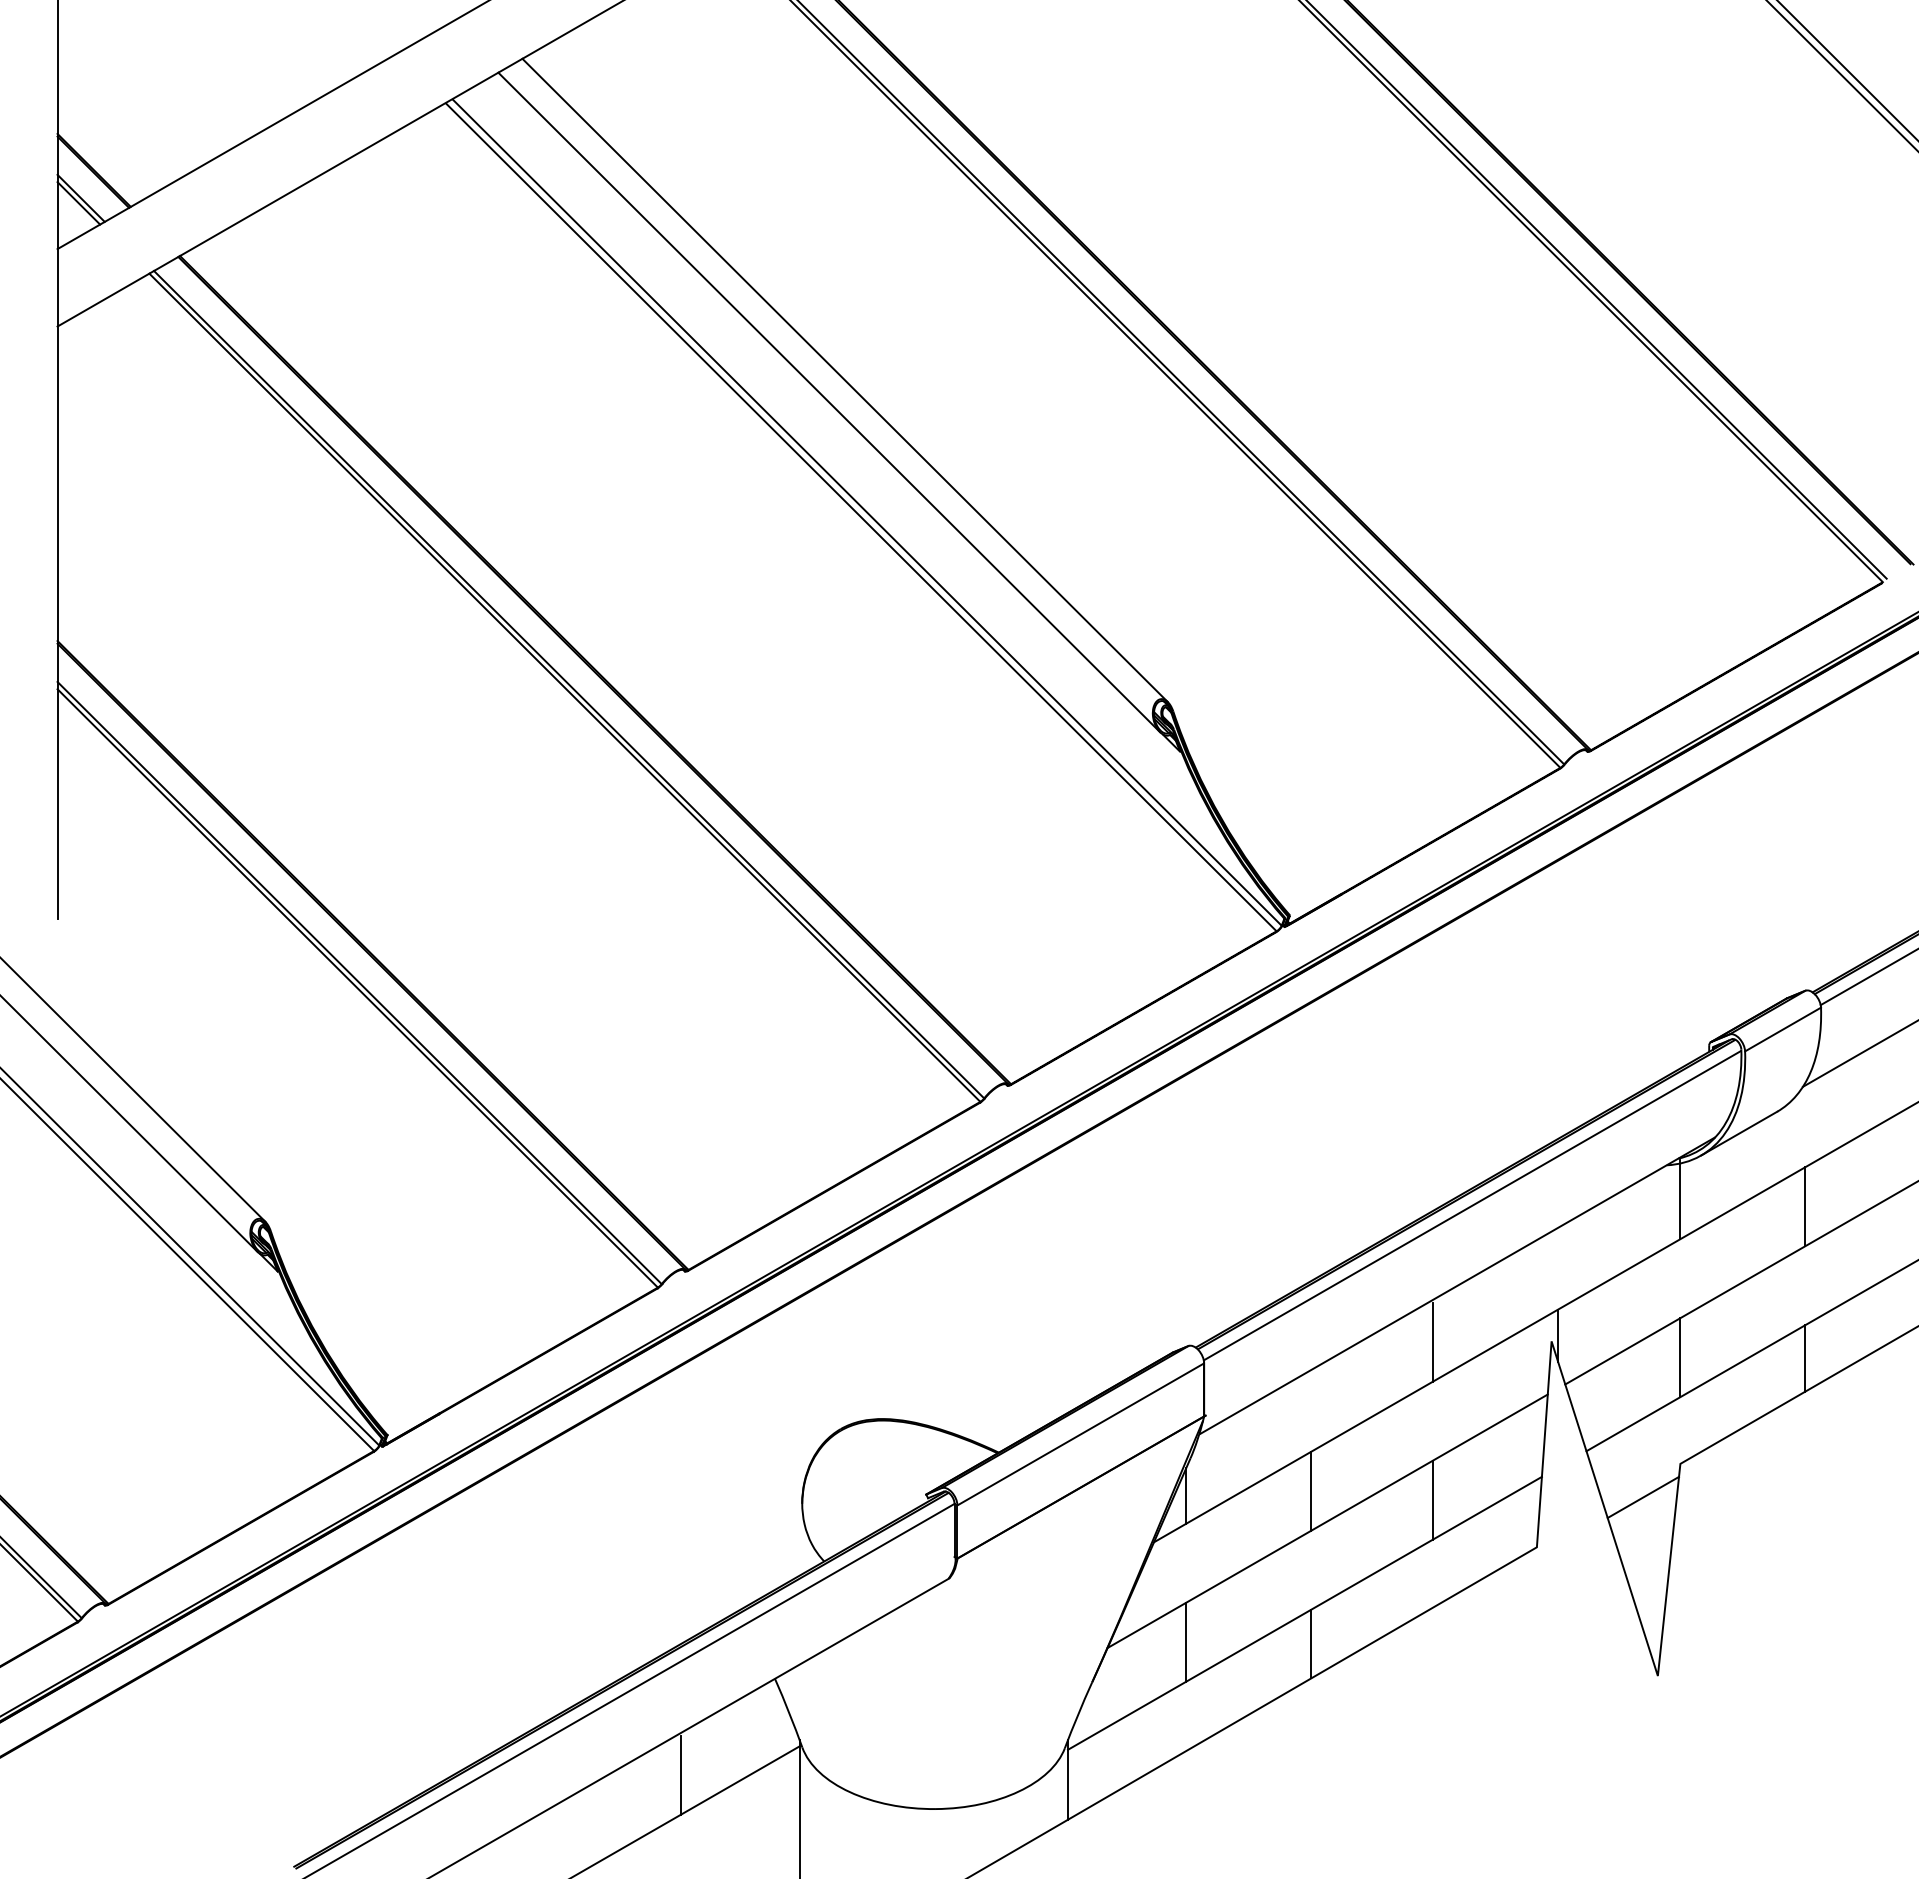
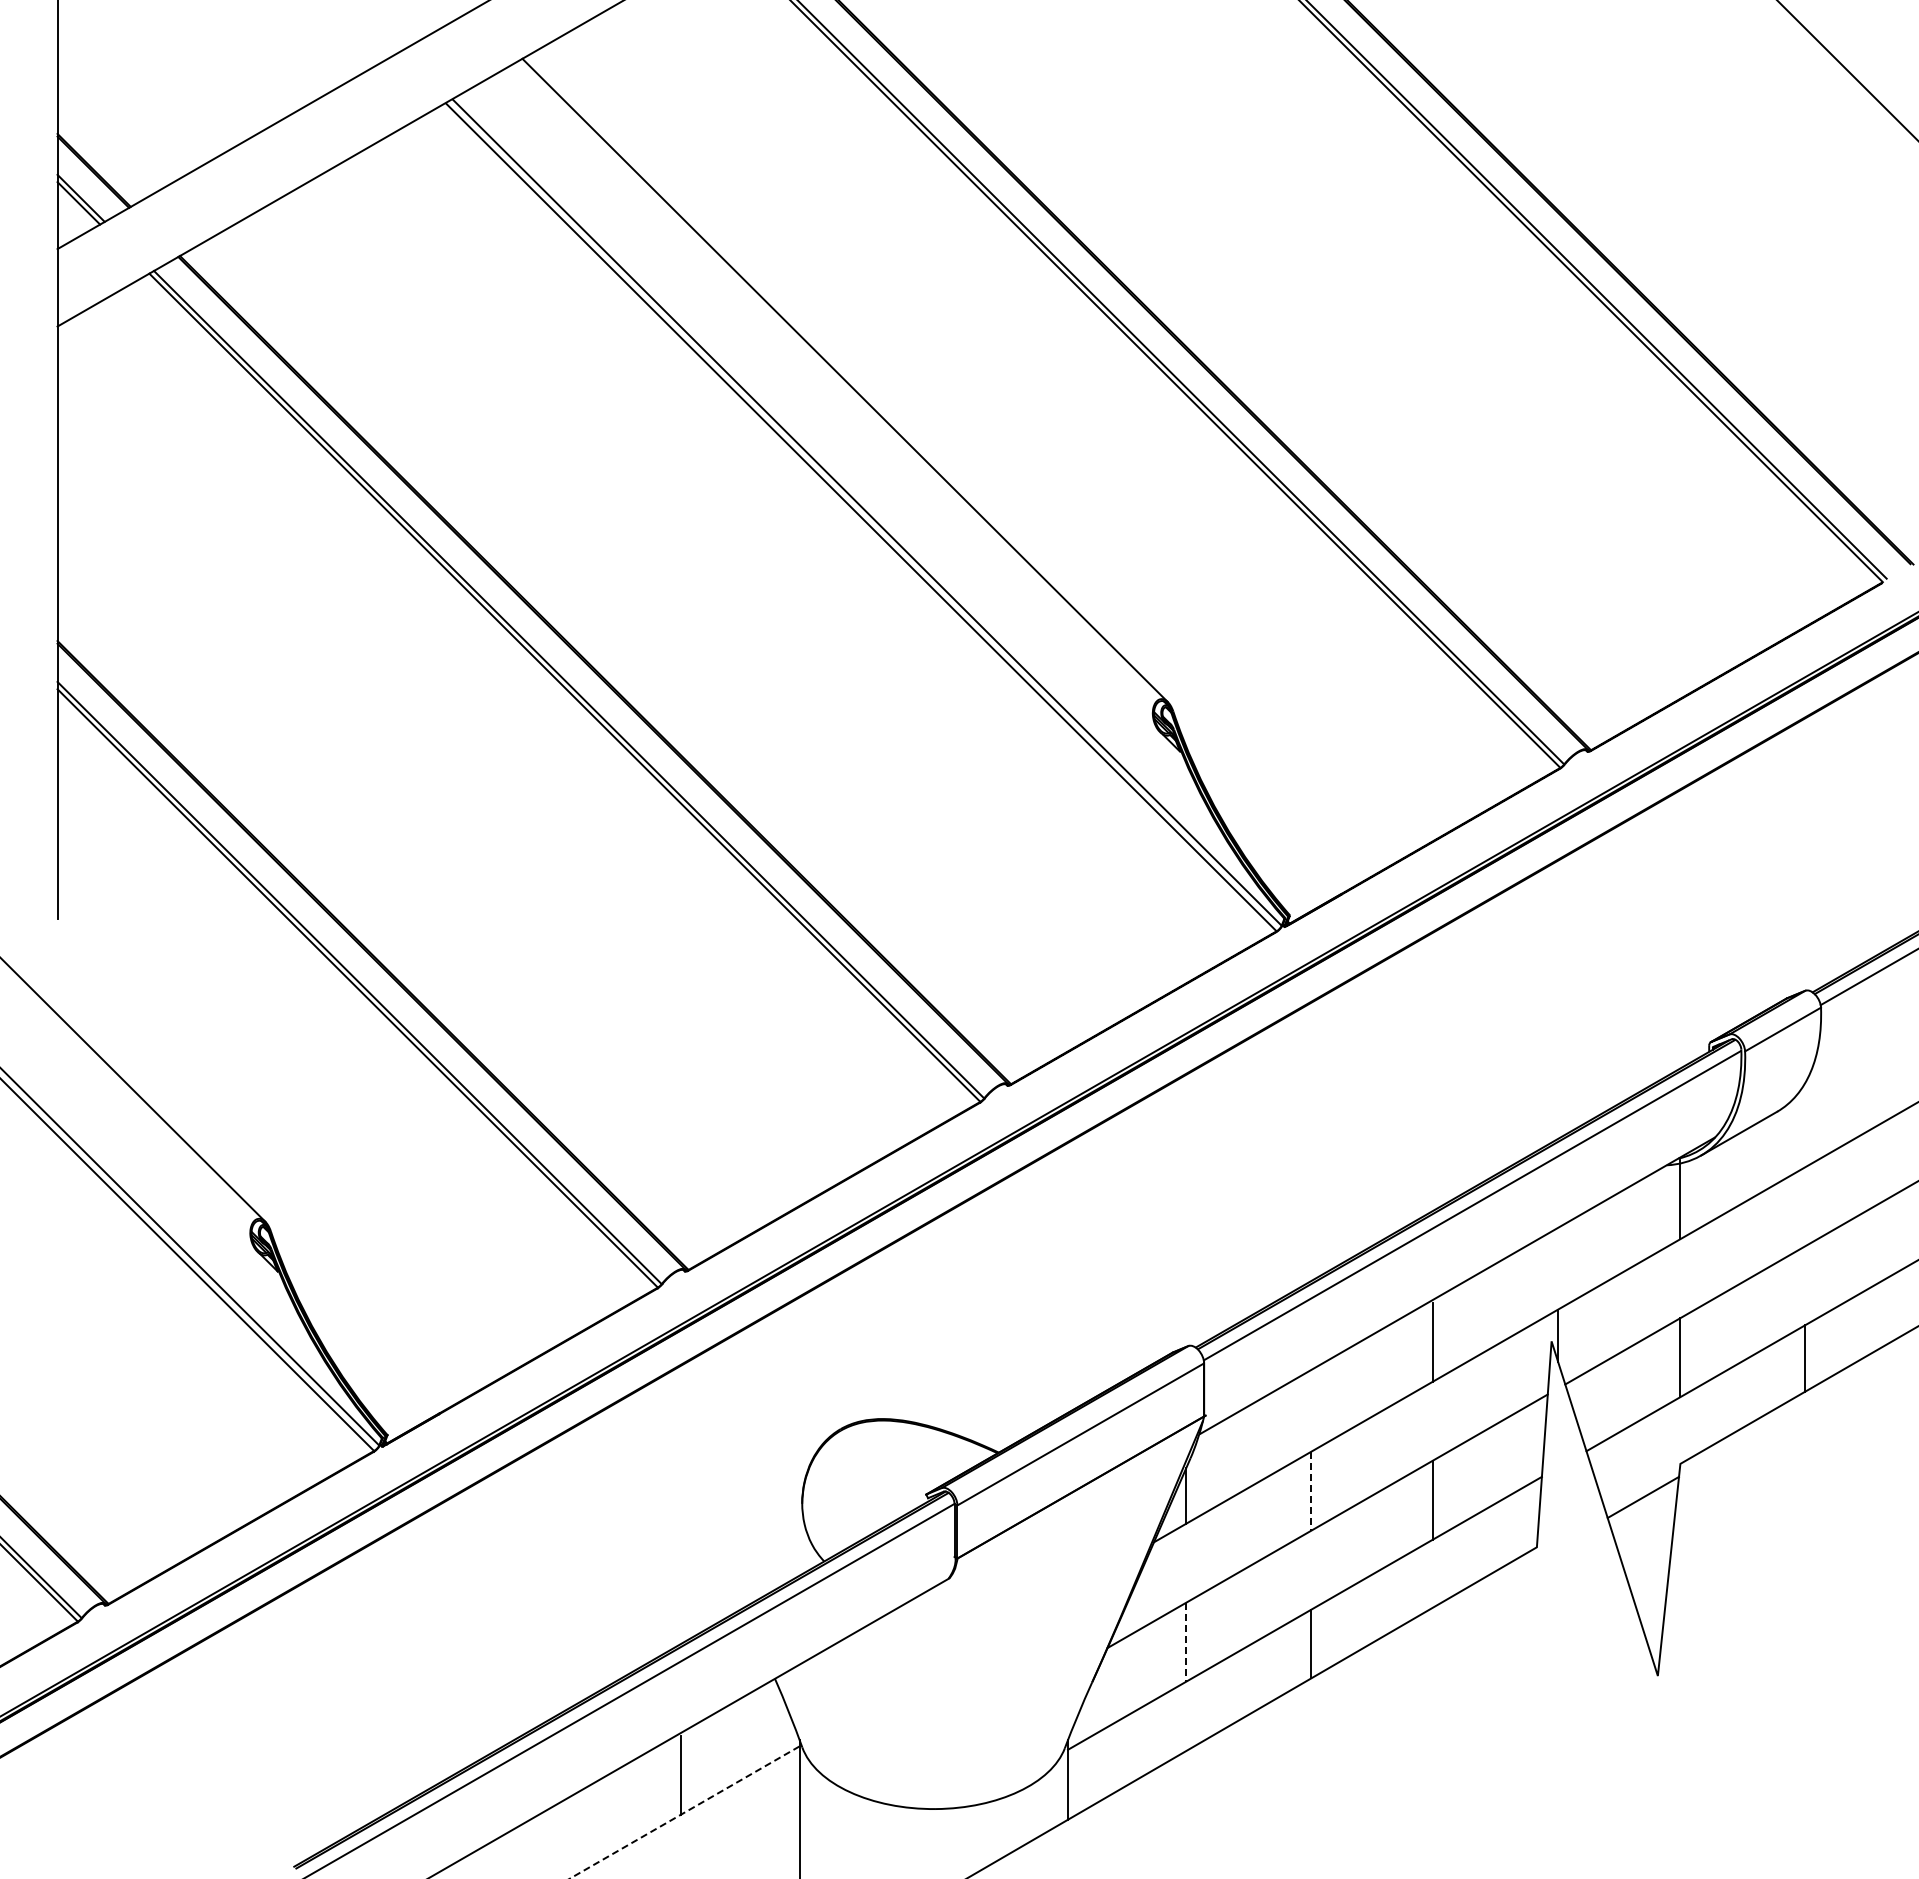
line at (1841, 75): present -> none
line at (829, 402): present -> none
line at (1858, 1053): present -> none
line at (129, 1124): present -> none
line at (1804, 1206): present -> none
line at (1311, 1491): solid -> dashed
line at (1186, 1642): solid -> dashed
line at (684, 1812): solid -> dashed
